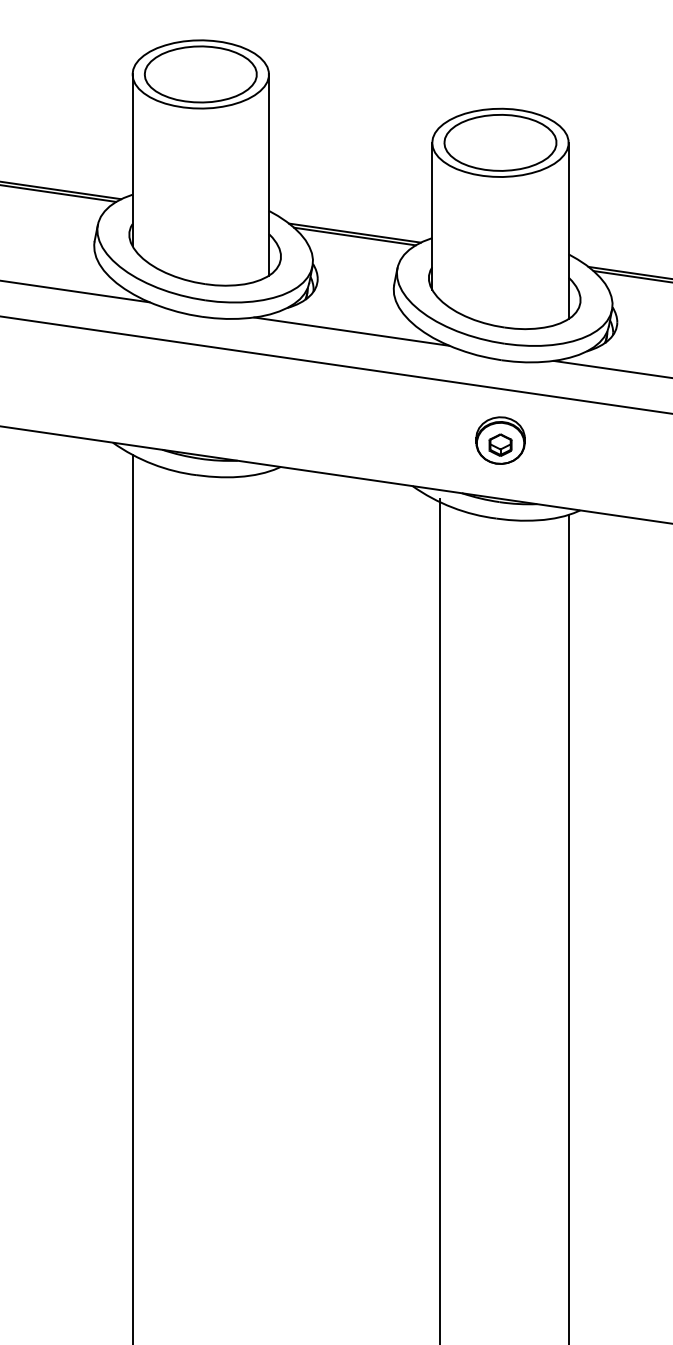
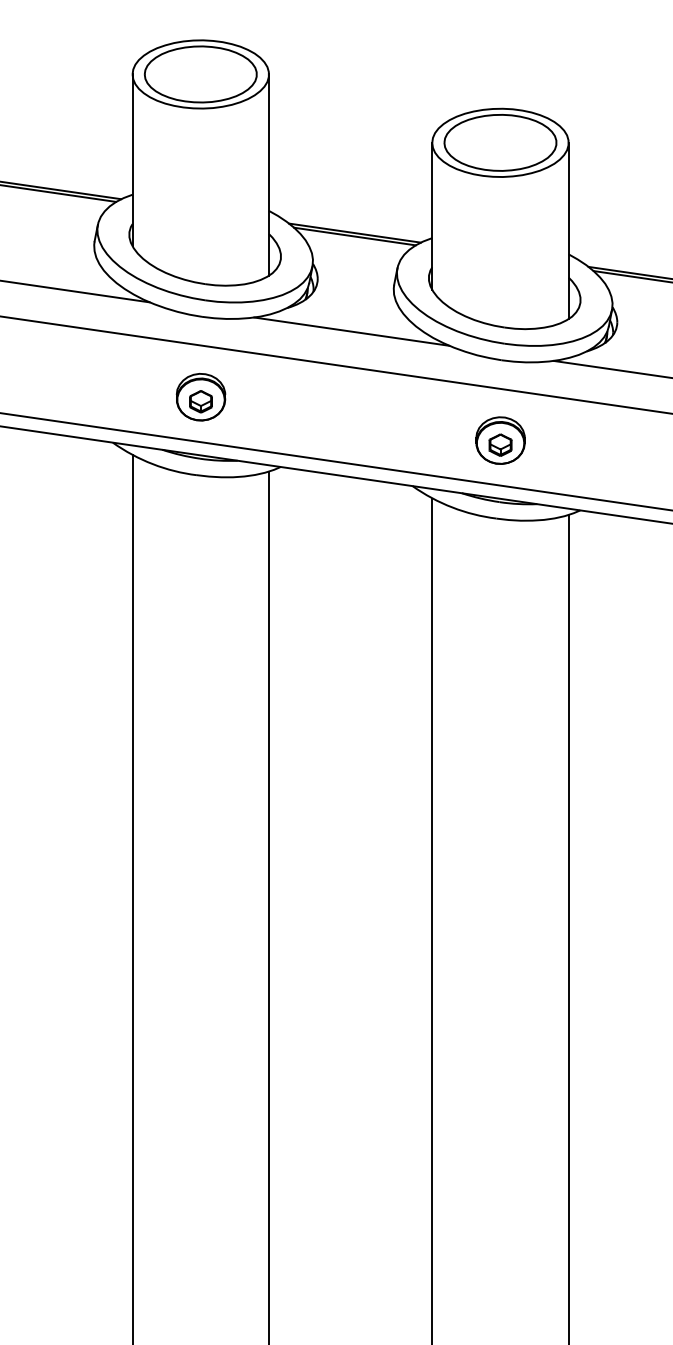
part at (200, 397): none -> present
line at (335, 461): none -> present
line at (269, 906): none -> present
line at (440, 919) position: (440, 919) -> (432, 919)
